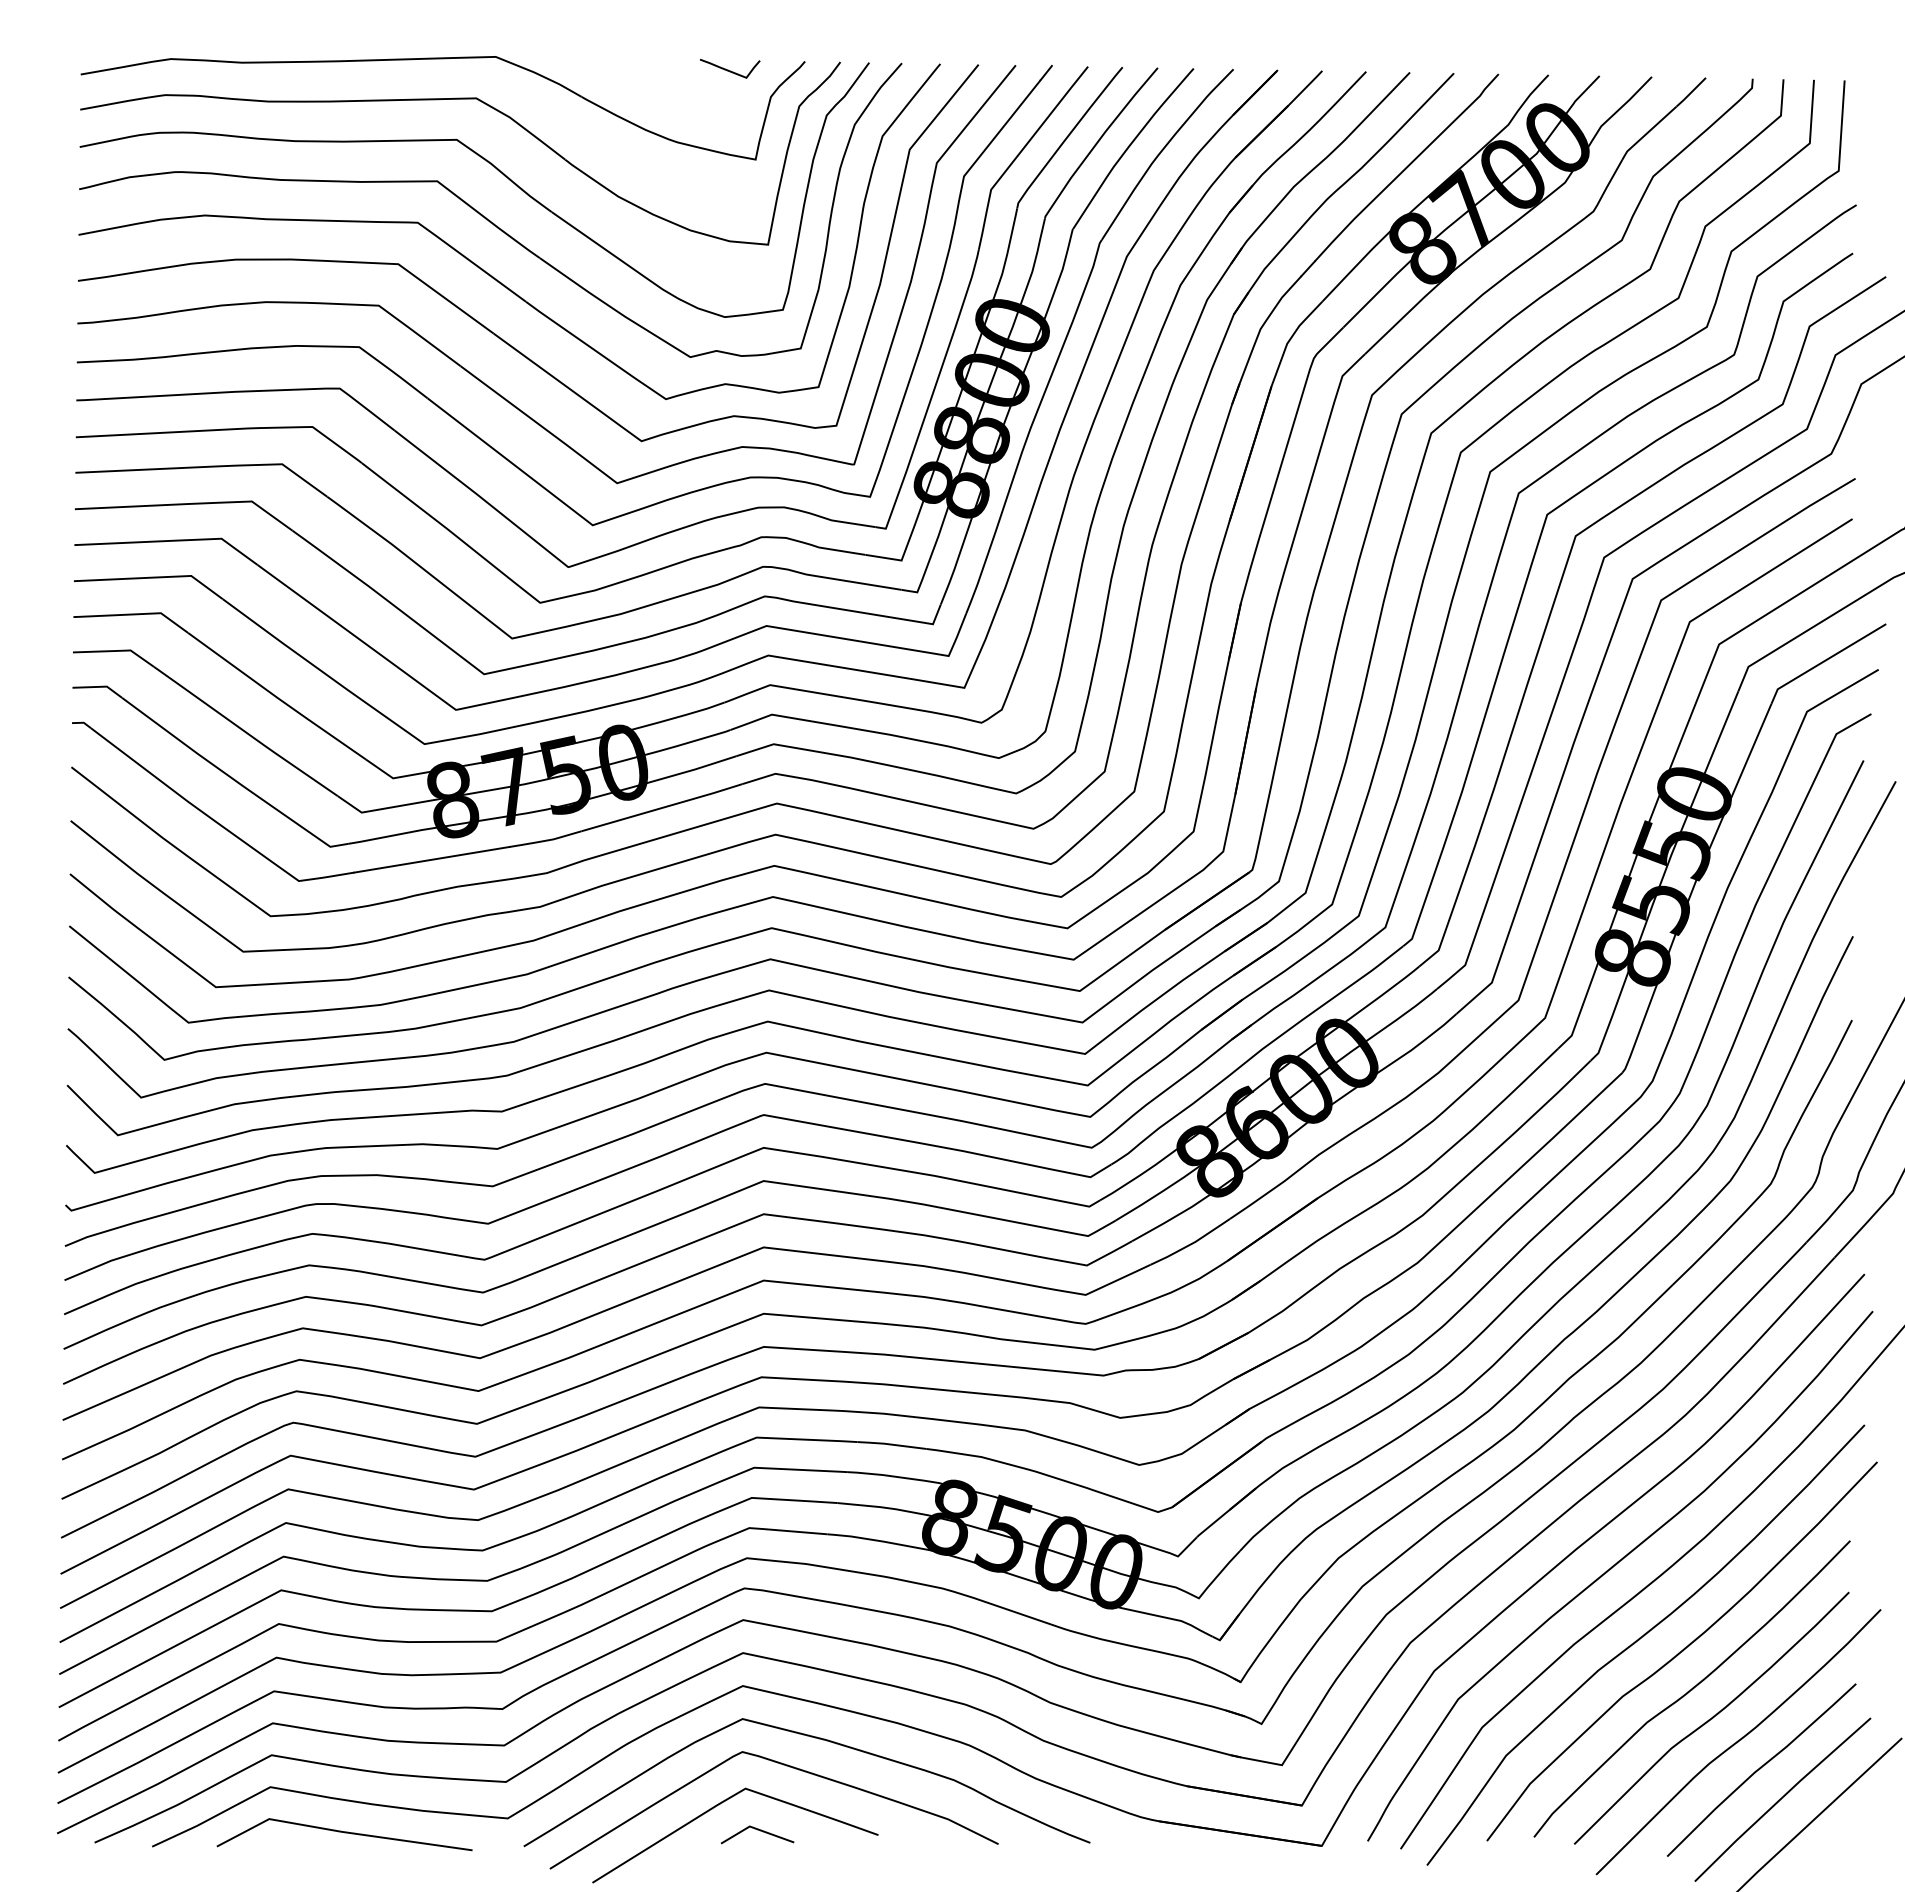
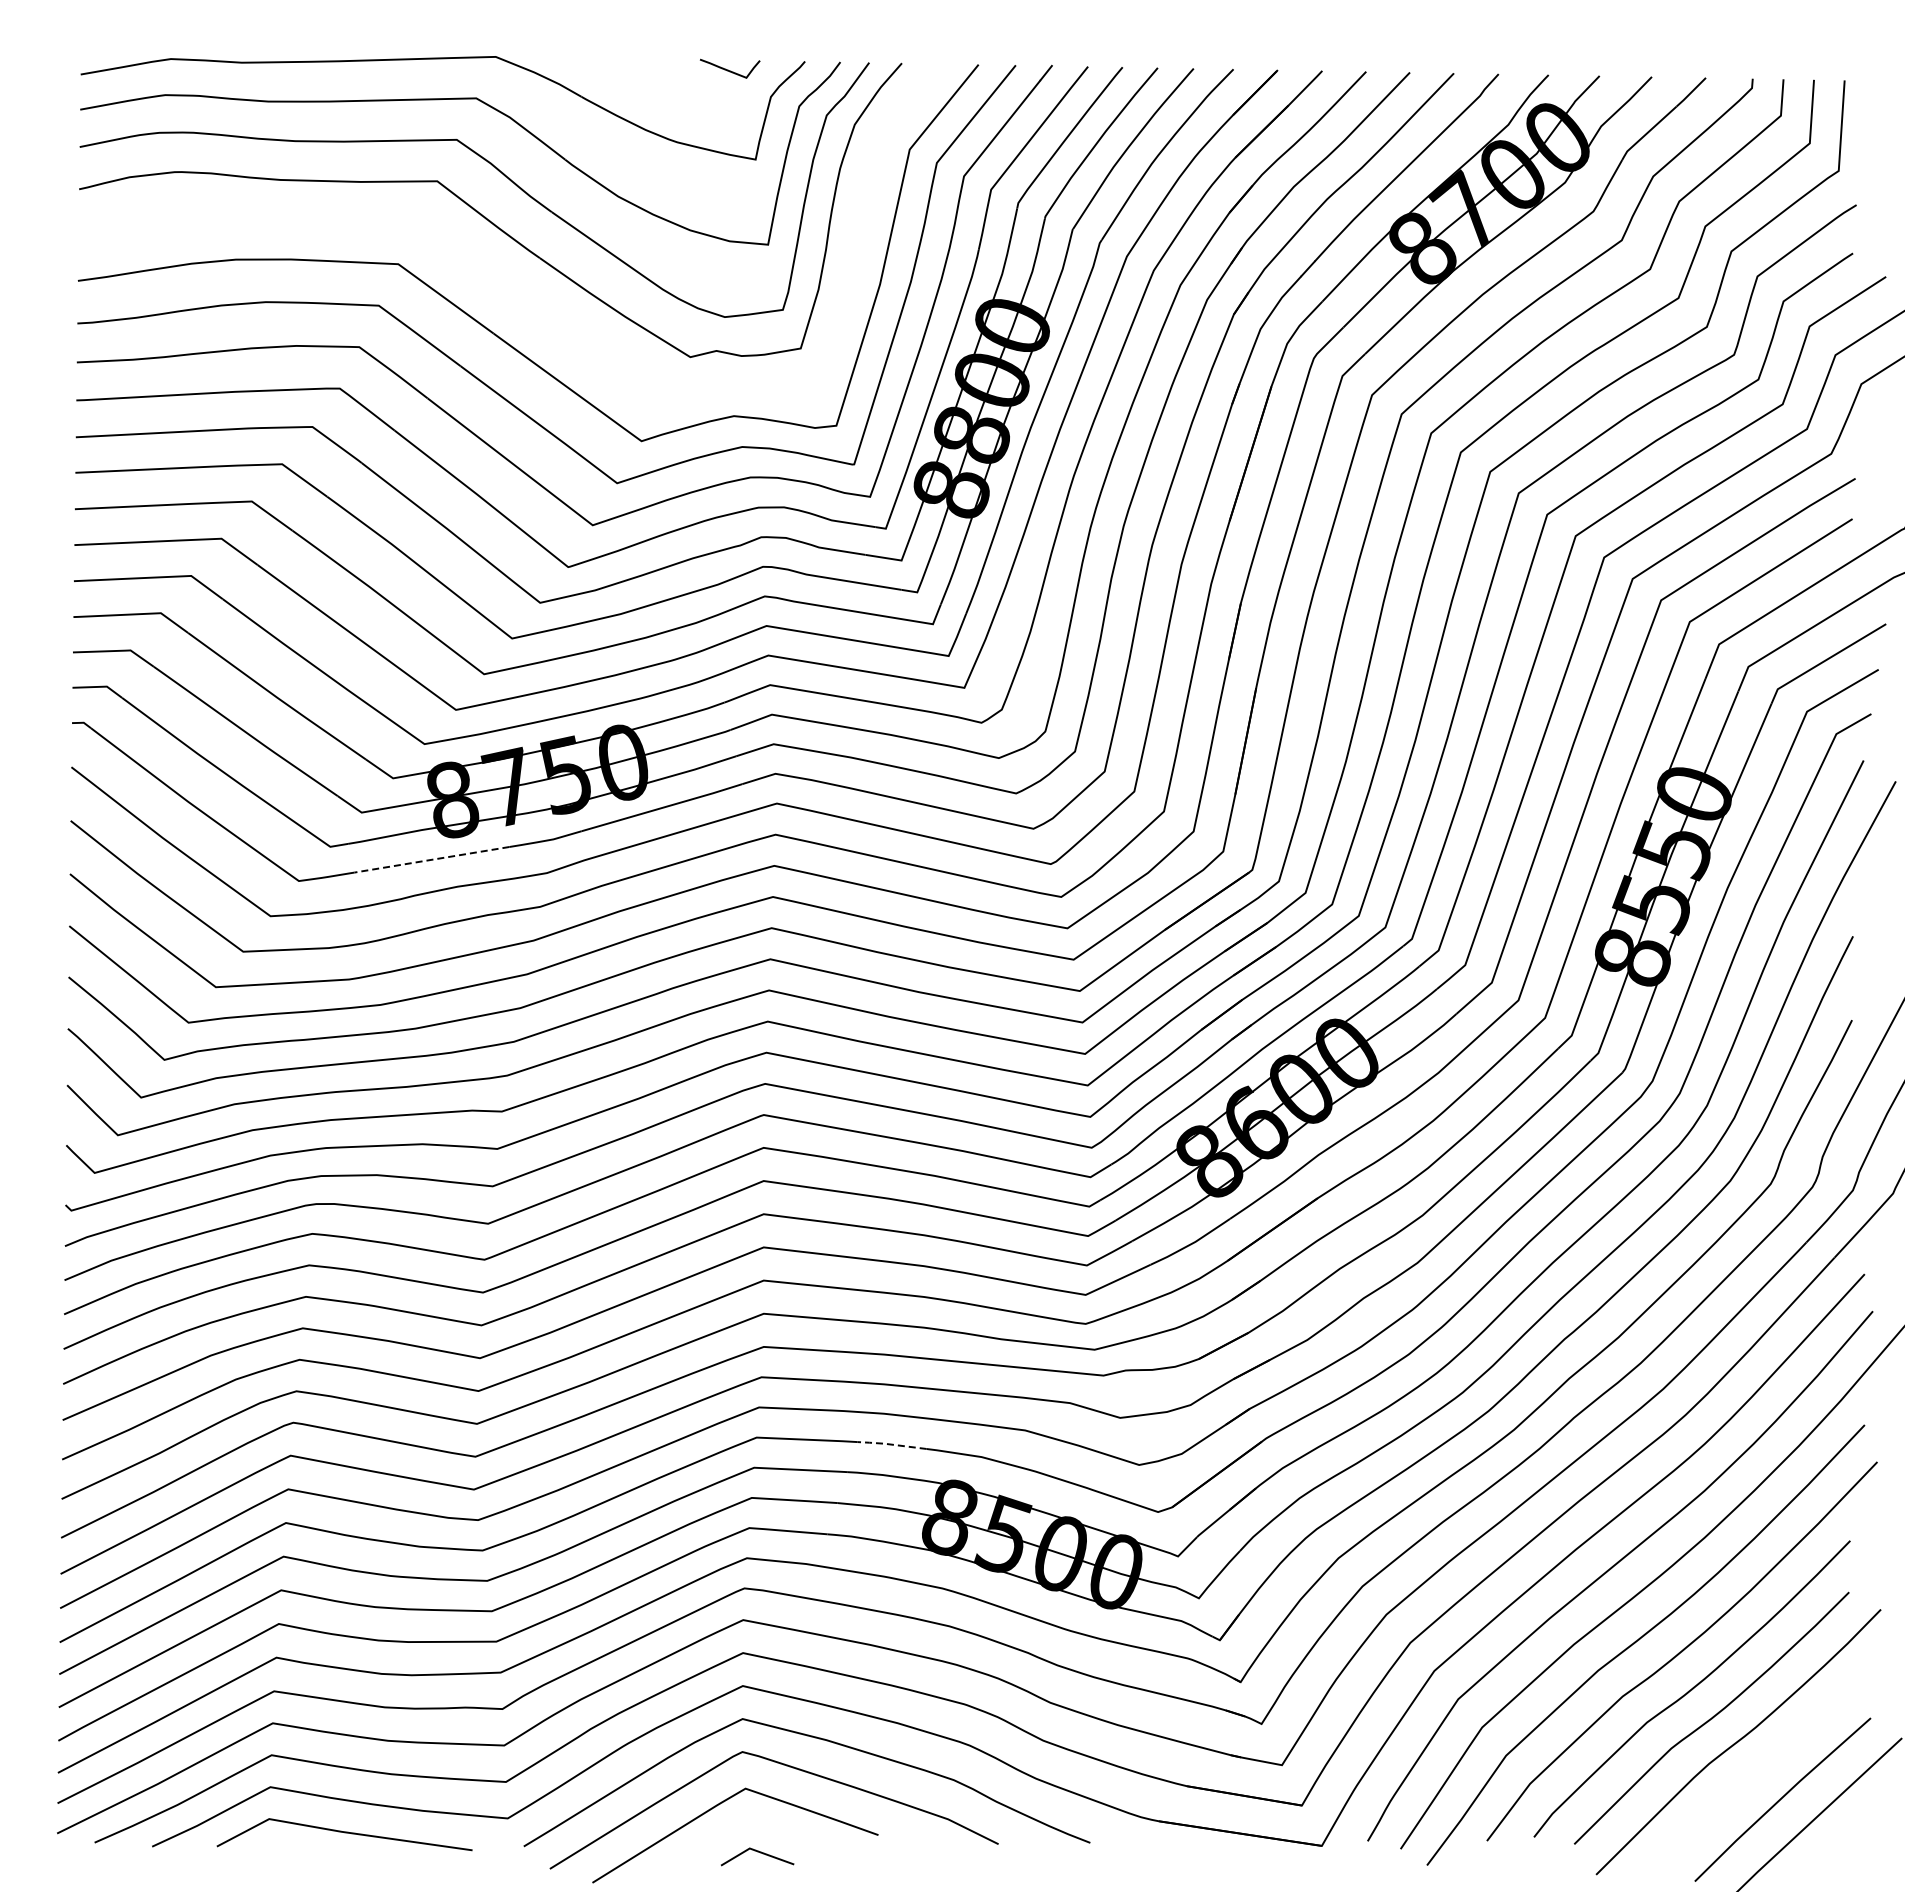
part at (485, 270): present -> none
line at (431, 859): solid -> dashed
line at (890, 1444): solid -> dashed
curve at (1761, 1768): present -> none
line at (757, 1830) position: (757, 1830) -> (757, 1852)
